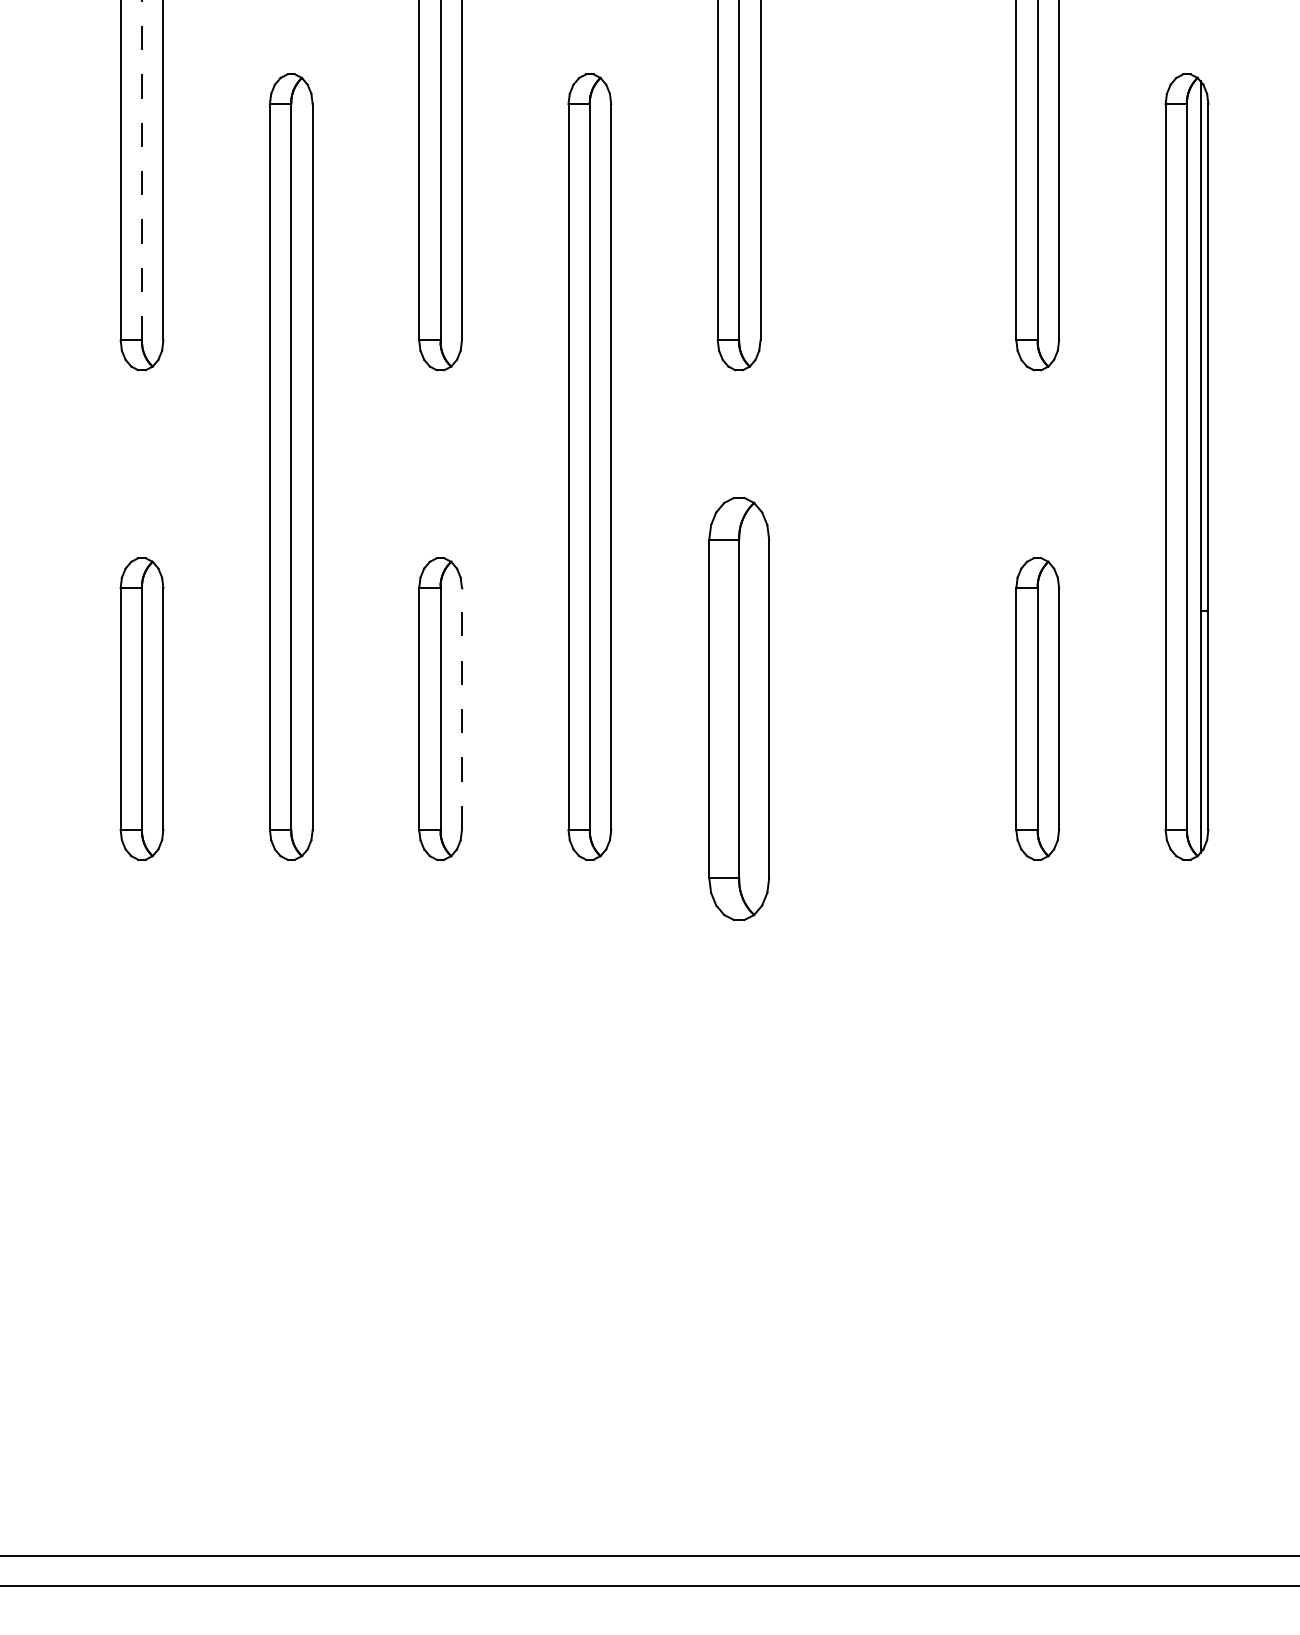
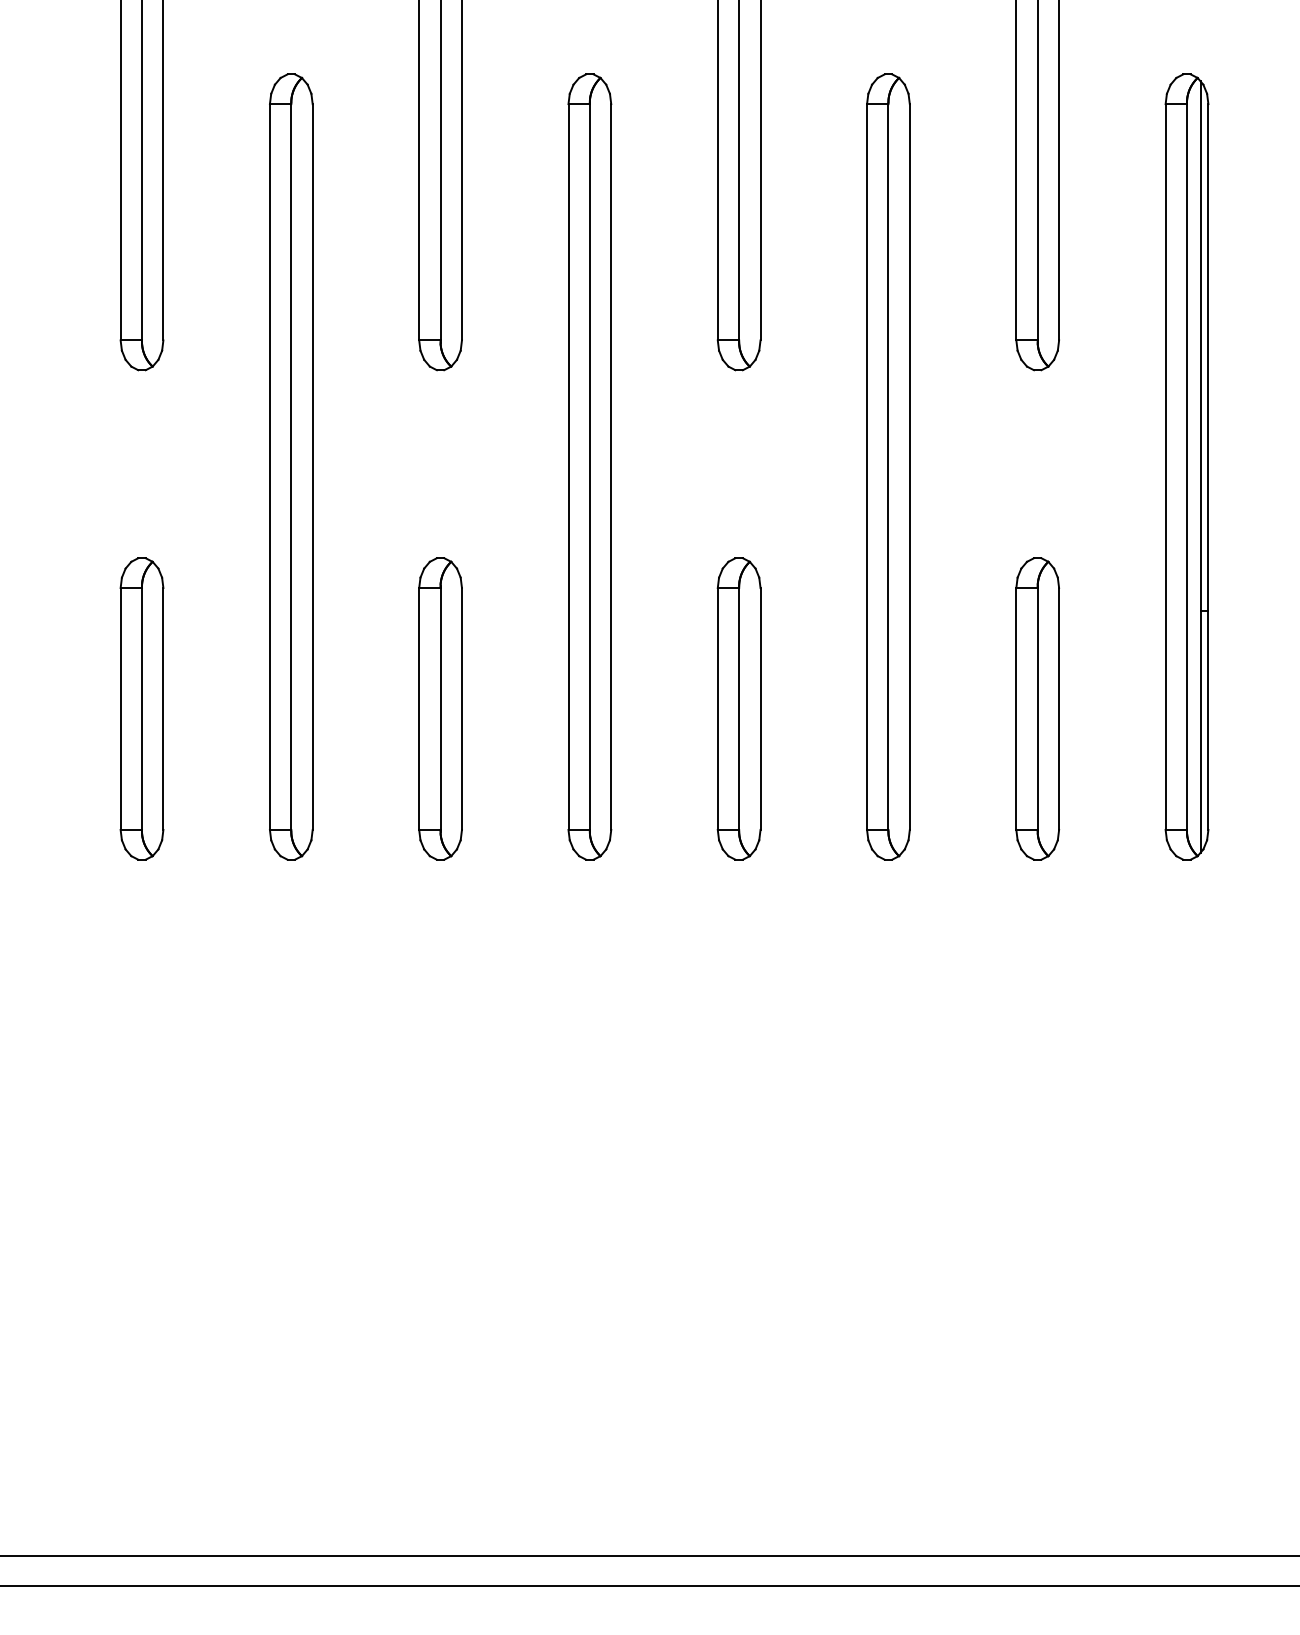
line at (142, 170): dashed -> solid
part at (888, 466): none -> present
line at (461, 708): dashed -> solid
part at (738, 708) size: 62x425 px -> 46x304 px
